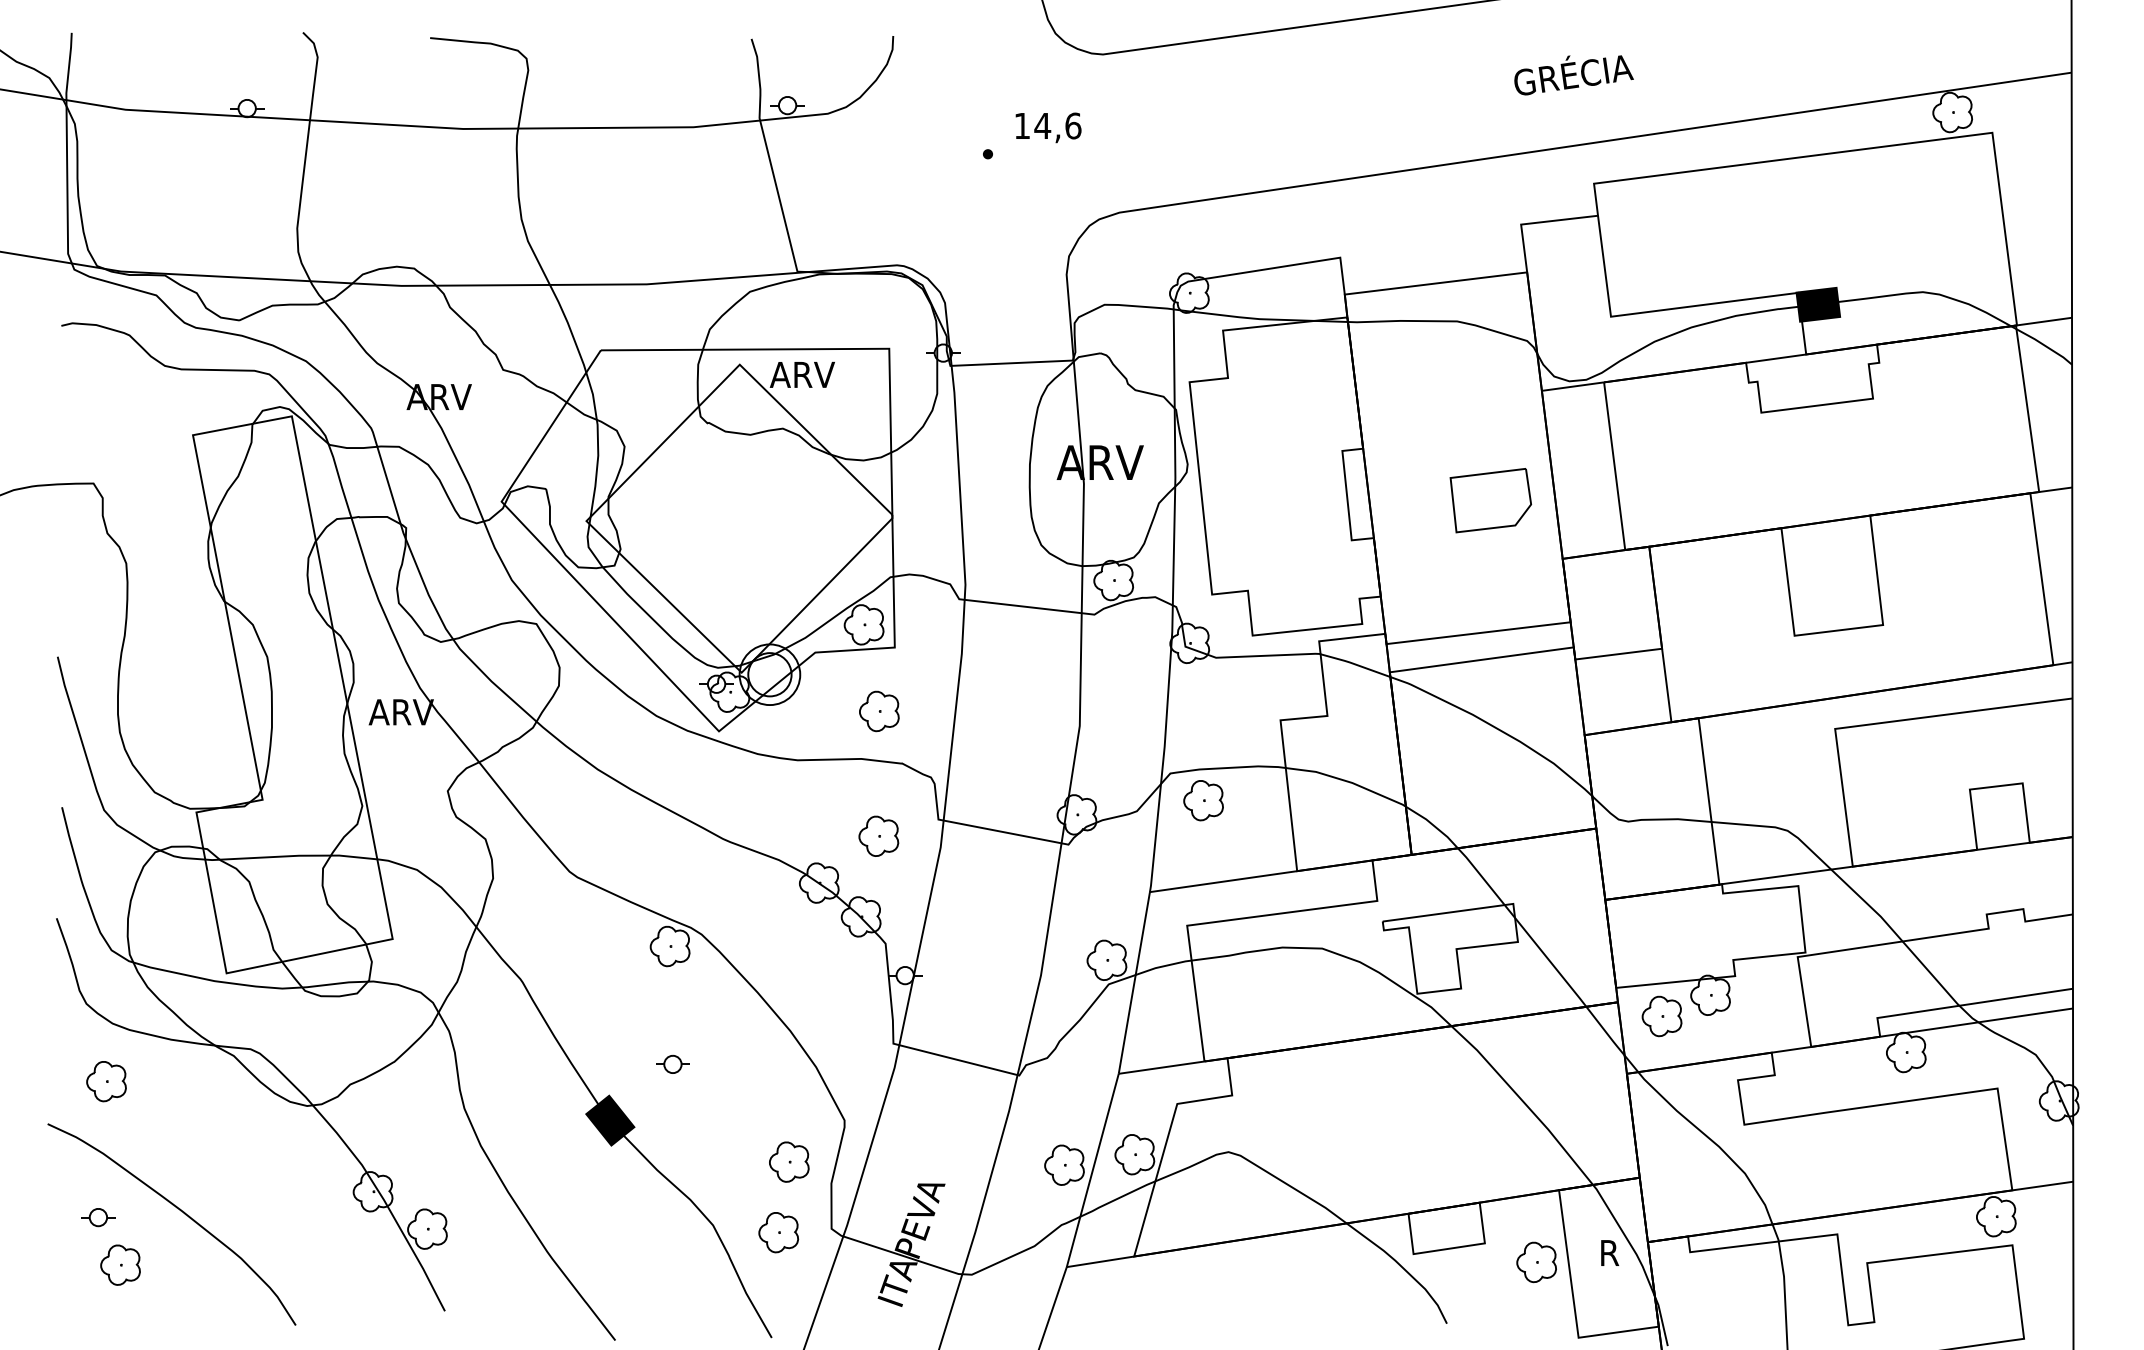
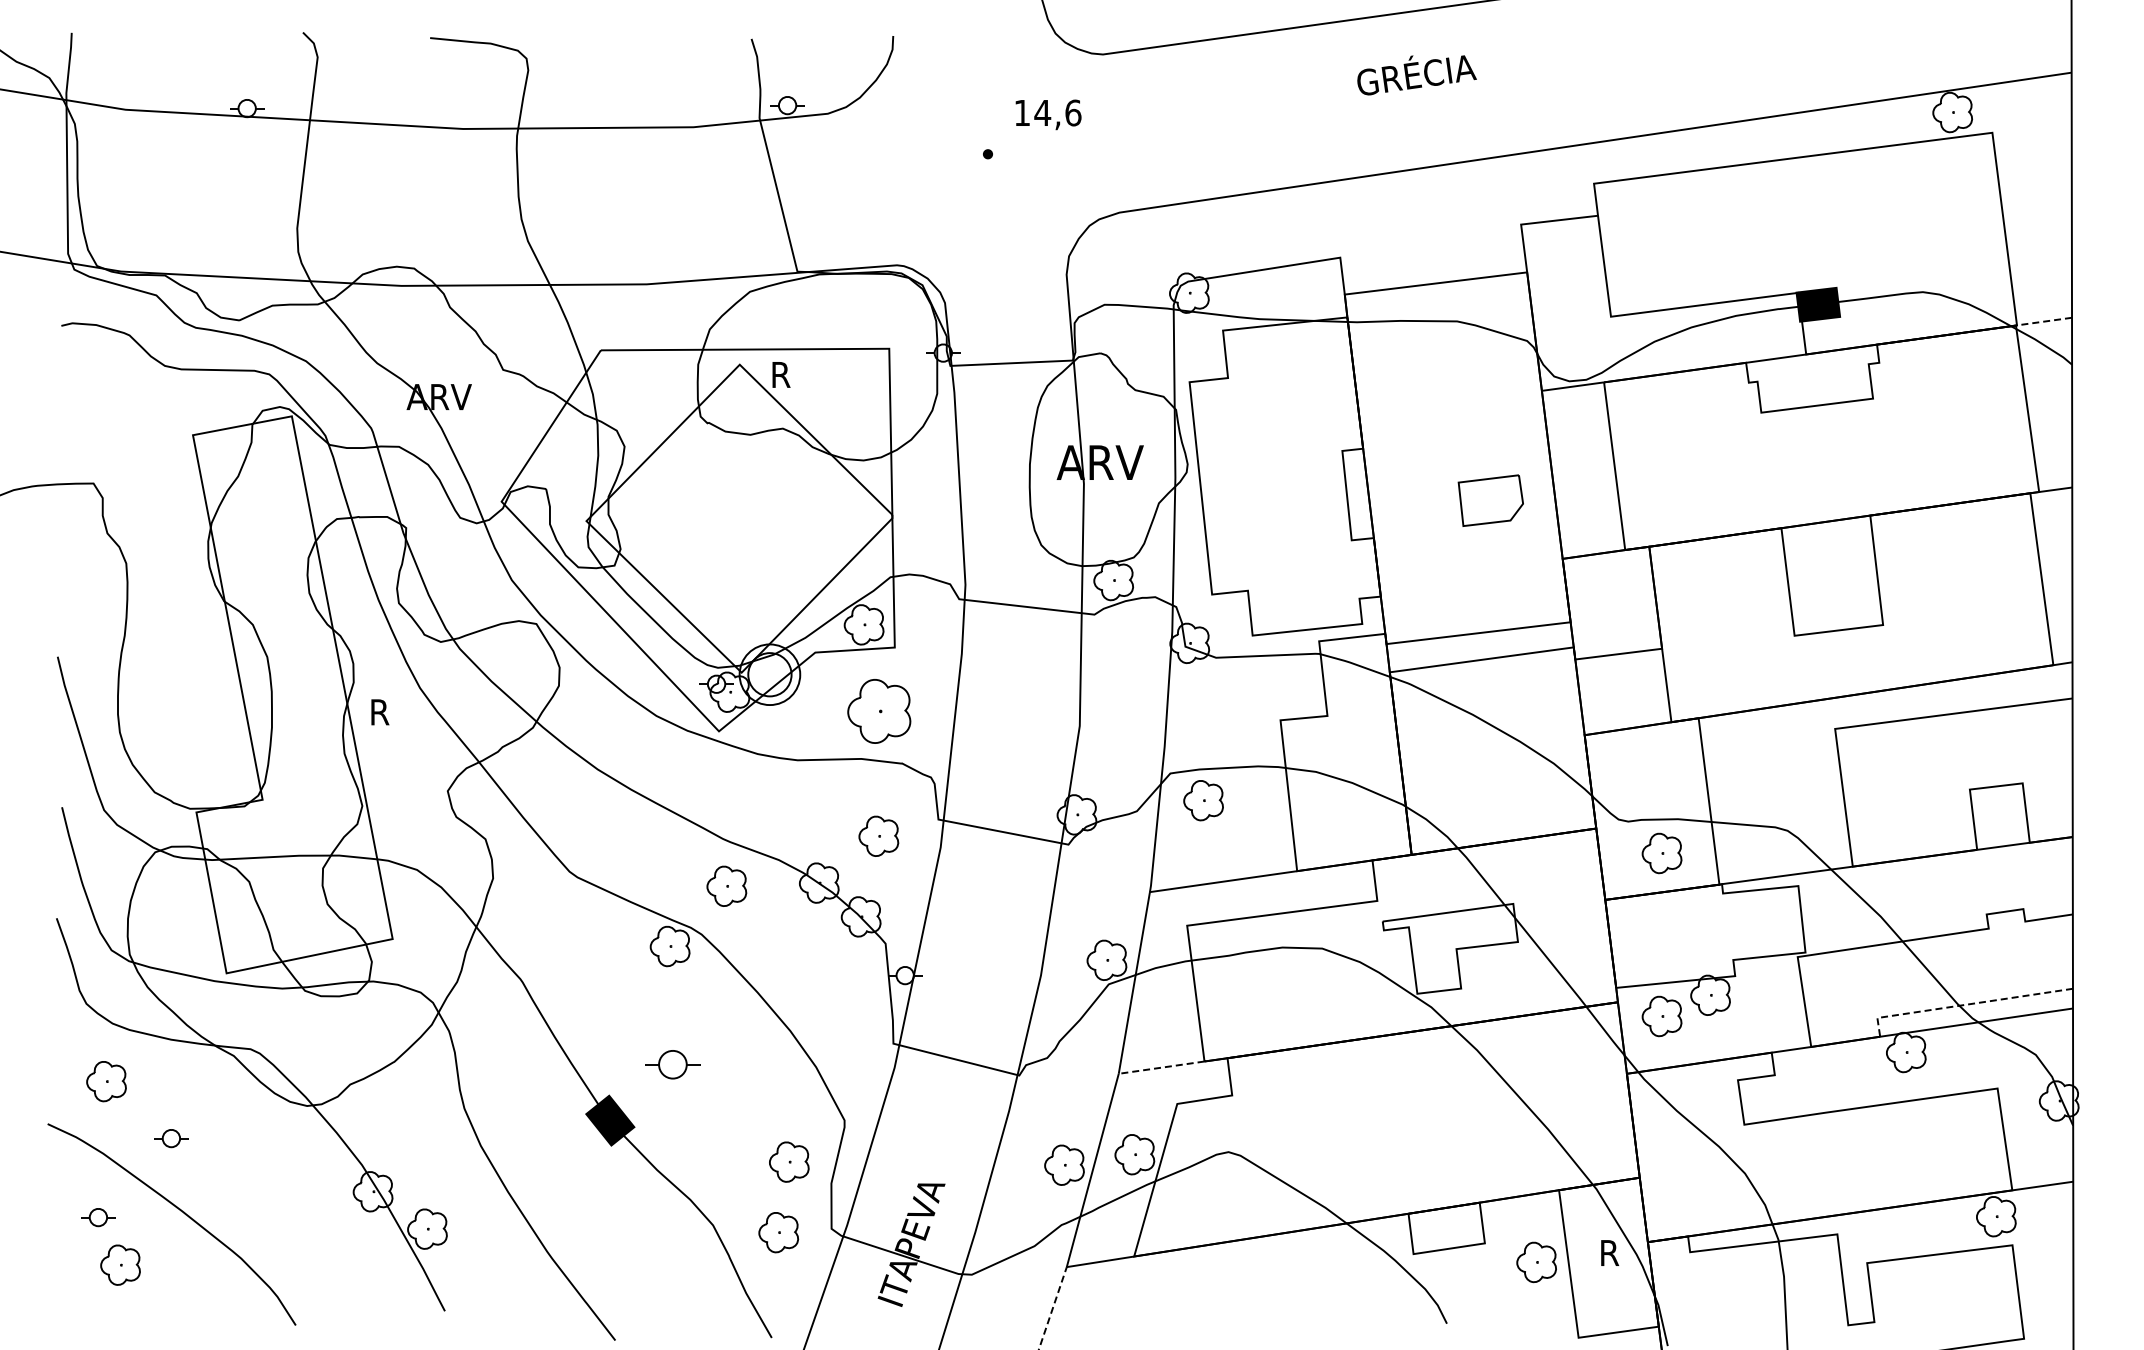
text at (1573, 75) position: (1573, 75) -> (1416, 75)
text at (1048, 127) position: (1048, 127) -> (1048, 114)
line at (2042, 321): solid -> dashed
text at (801, 374): ARV -> R
part at (1490, 500) size: 84x66 px -> 67x53 px
part at (879, 711) size: 41x43 px -> 65x65 px
text at (400, 712): ARV -> R
part at (1661, 853): none -> present
part at (726, 885): none -> present
line at (1965, 1004): solid -> dashed
part at (672, 1063) size: 34x20 px -> 56x30 px
line at (1161, 1067): solid -> dashed
part at (171, 1138): none -> present
line at (1053, 1307): solid -> dashed
